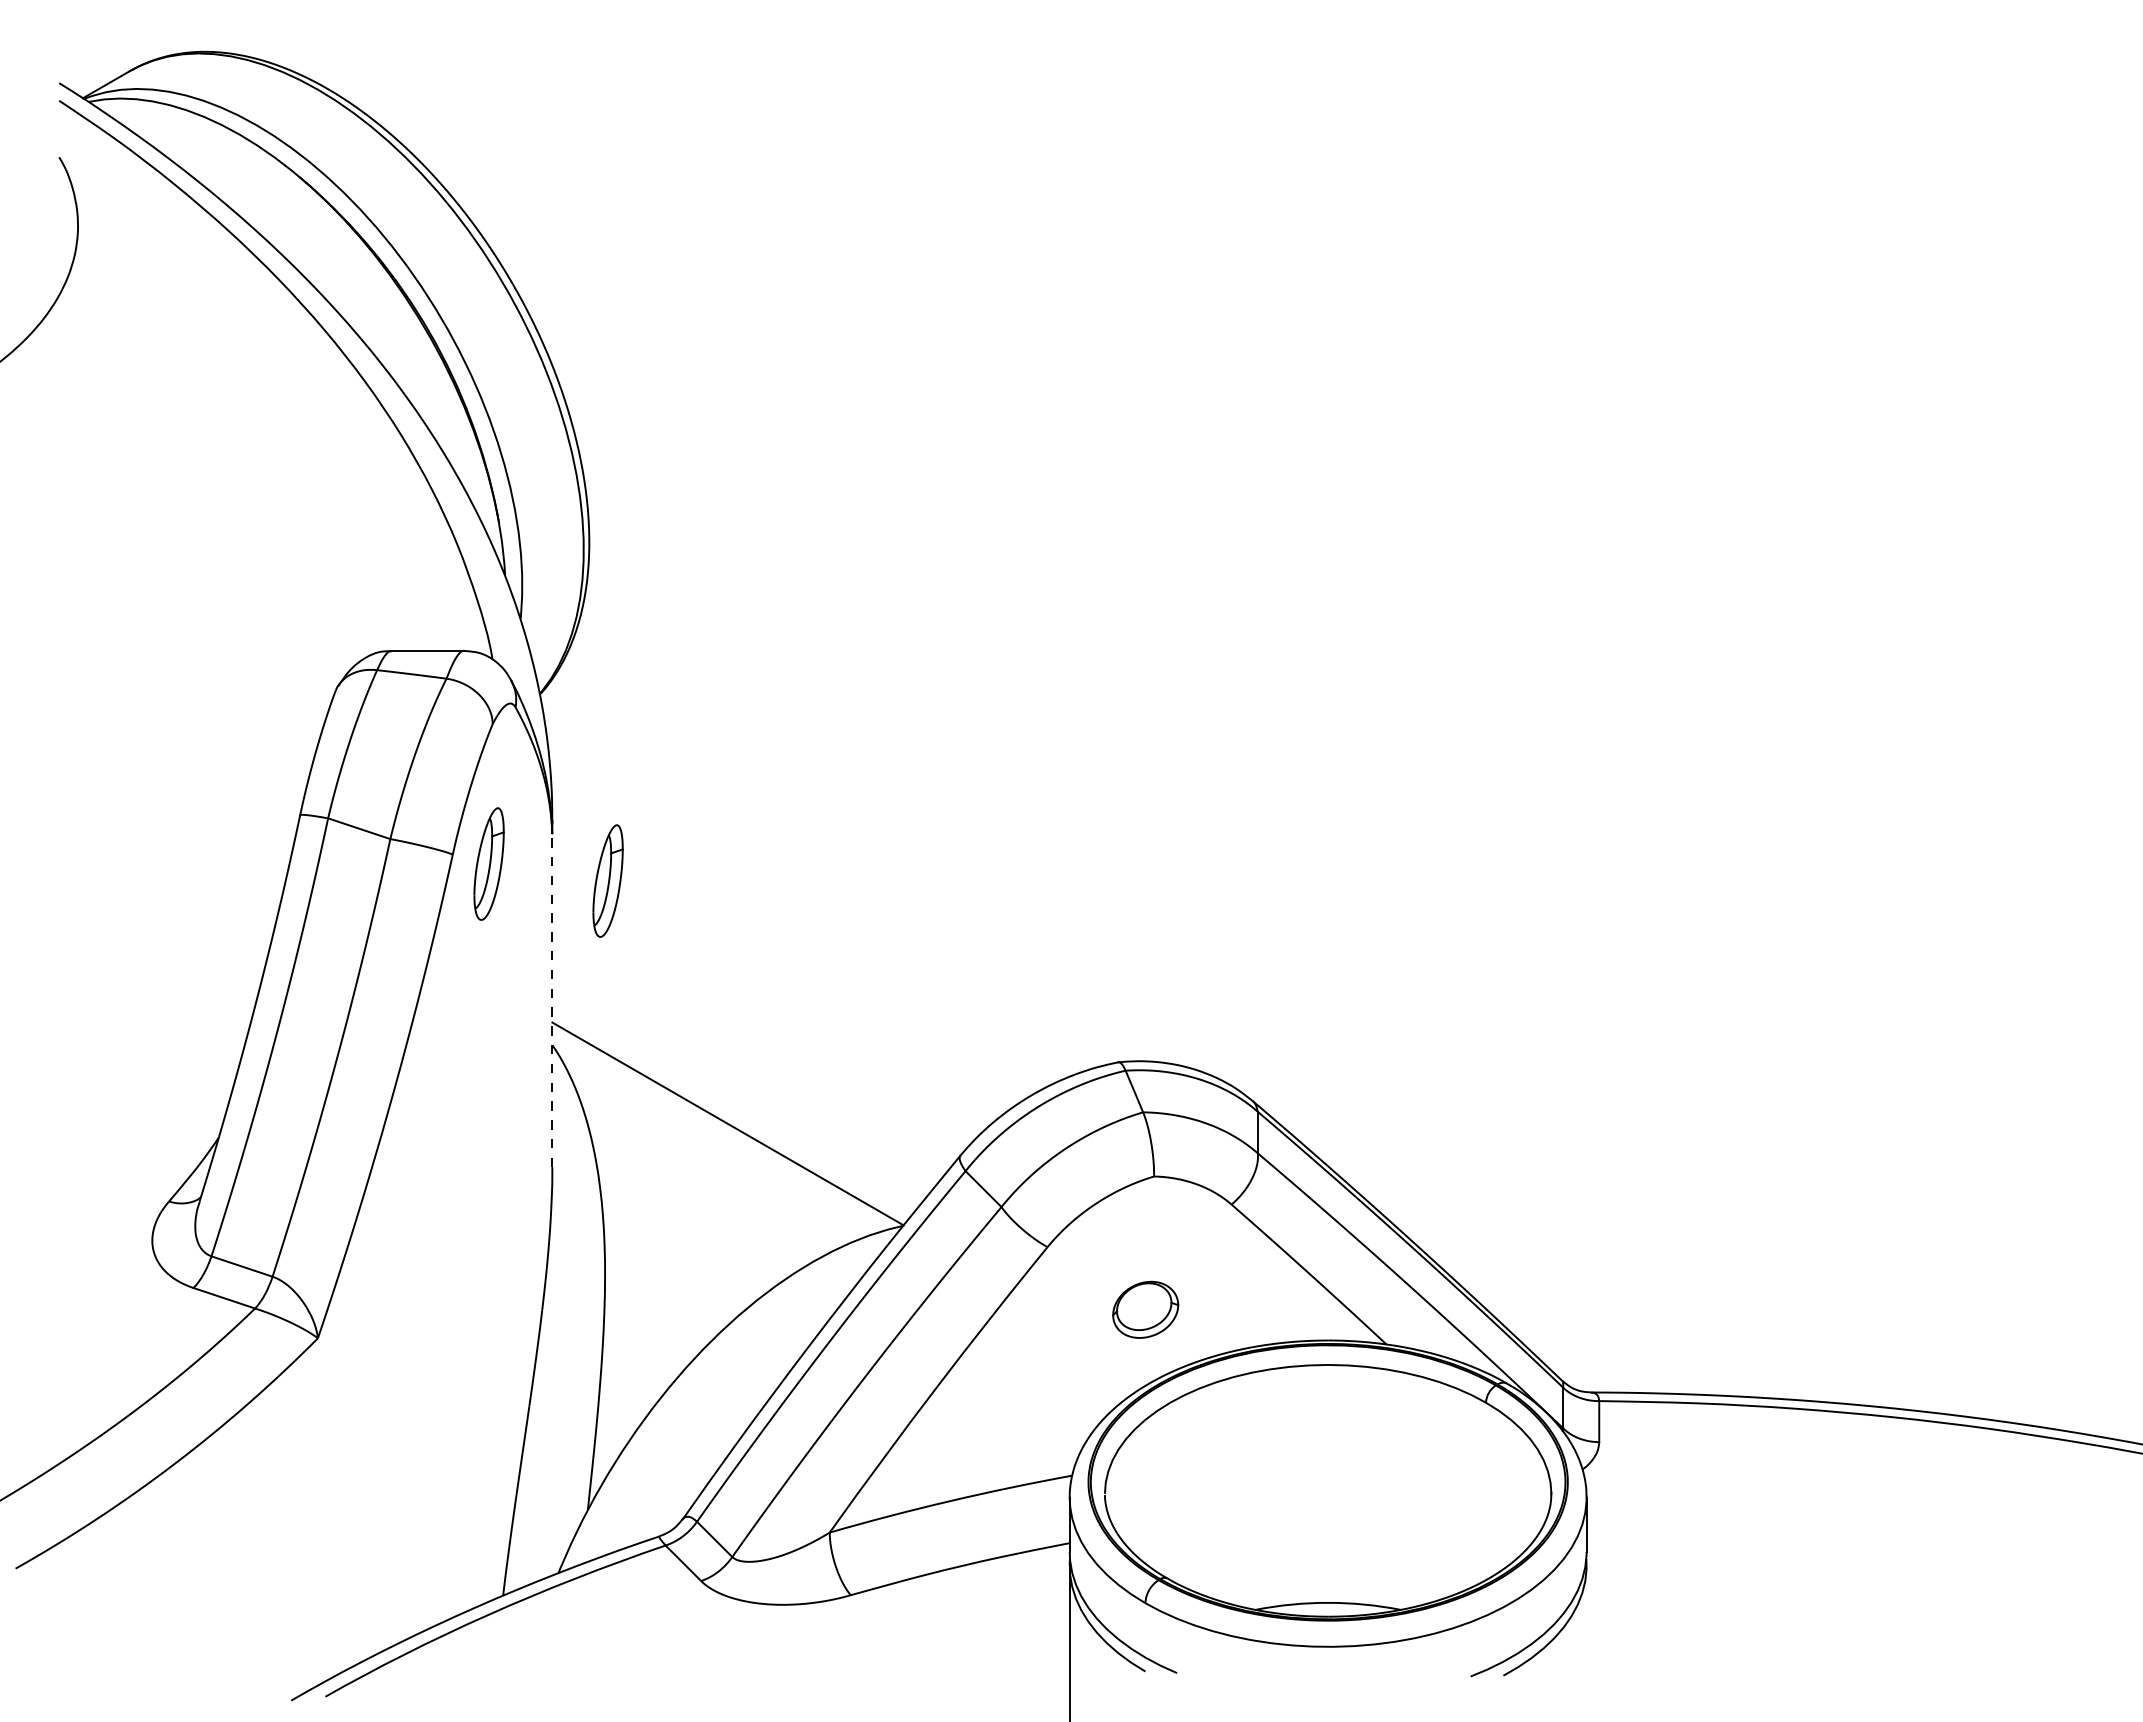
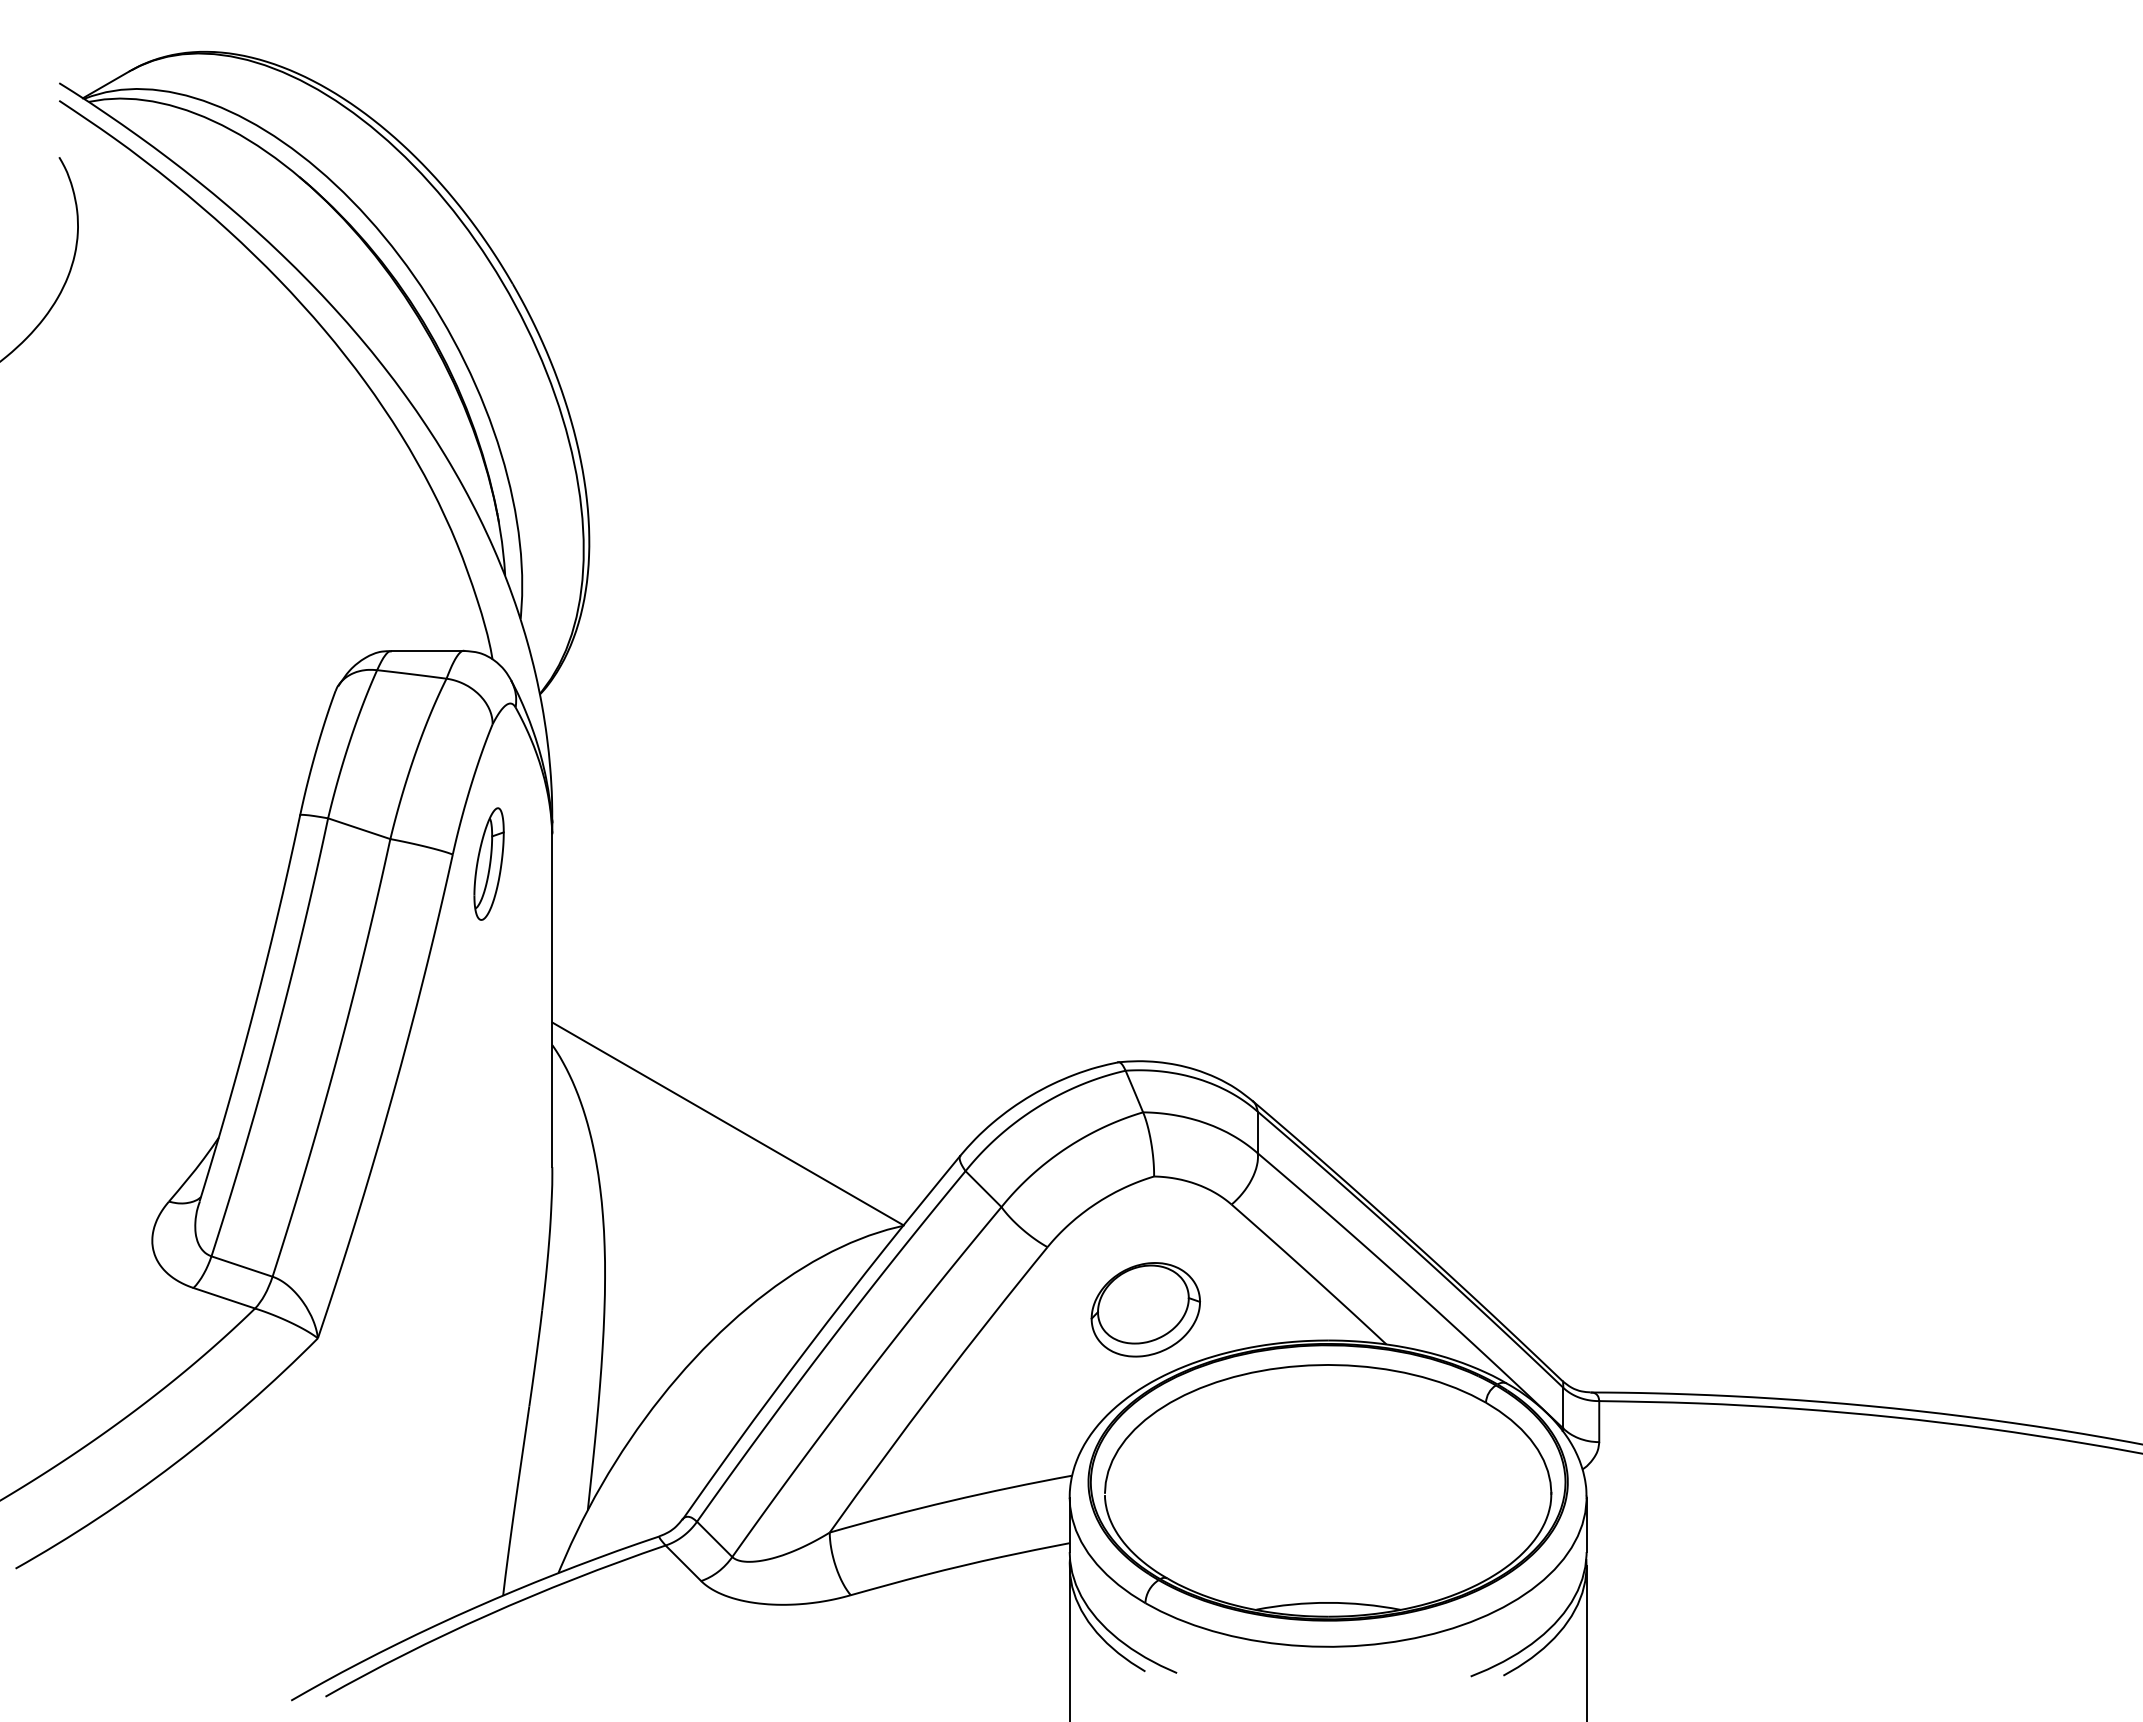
part at (607, 880): present -> none
line at (552, 993): dashed -> solid
part at (1145, 1309) size: 68x59 px -> 111x96 px
line at (1586, 1642): none -> present
